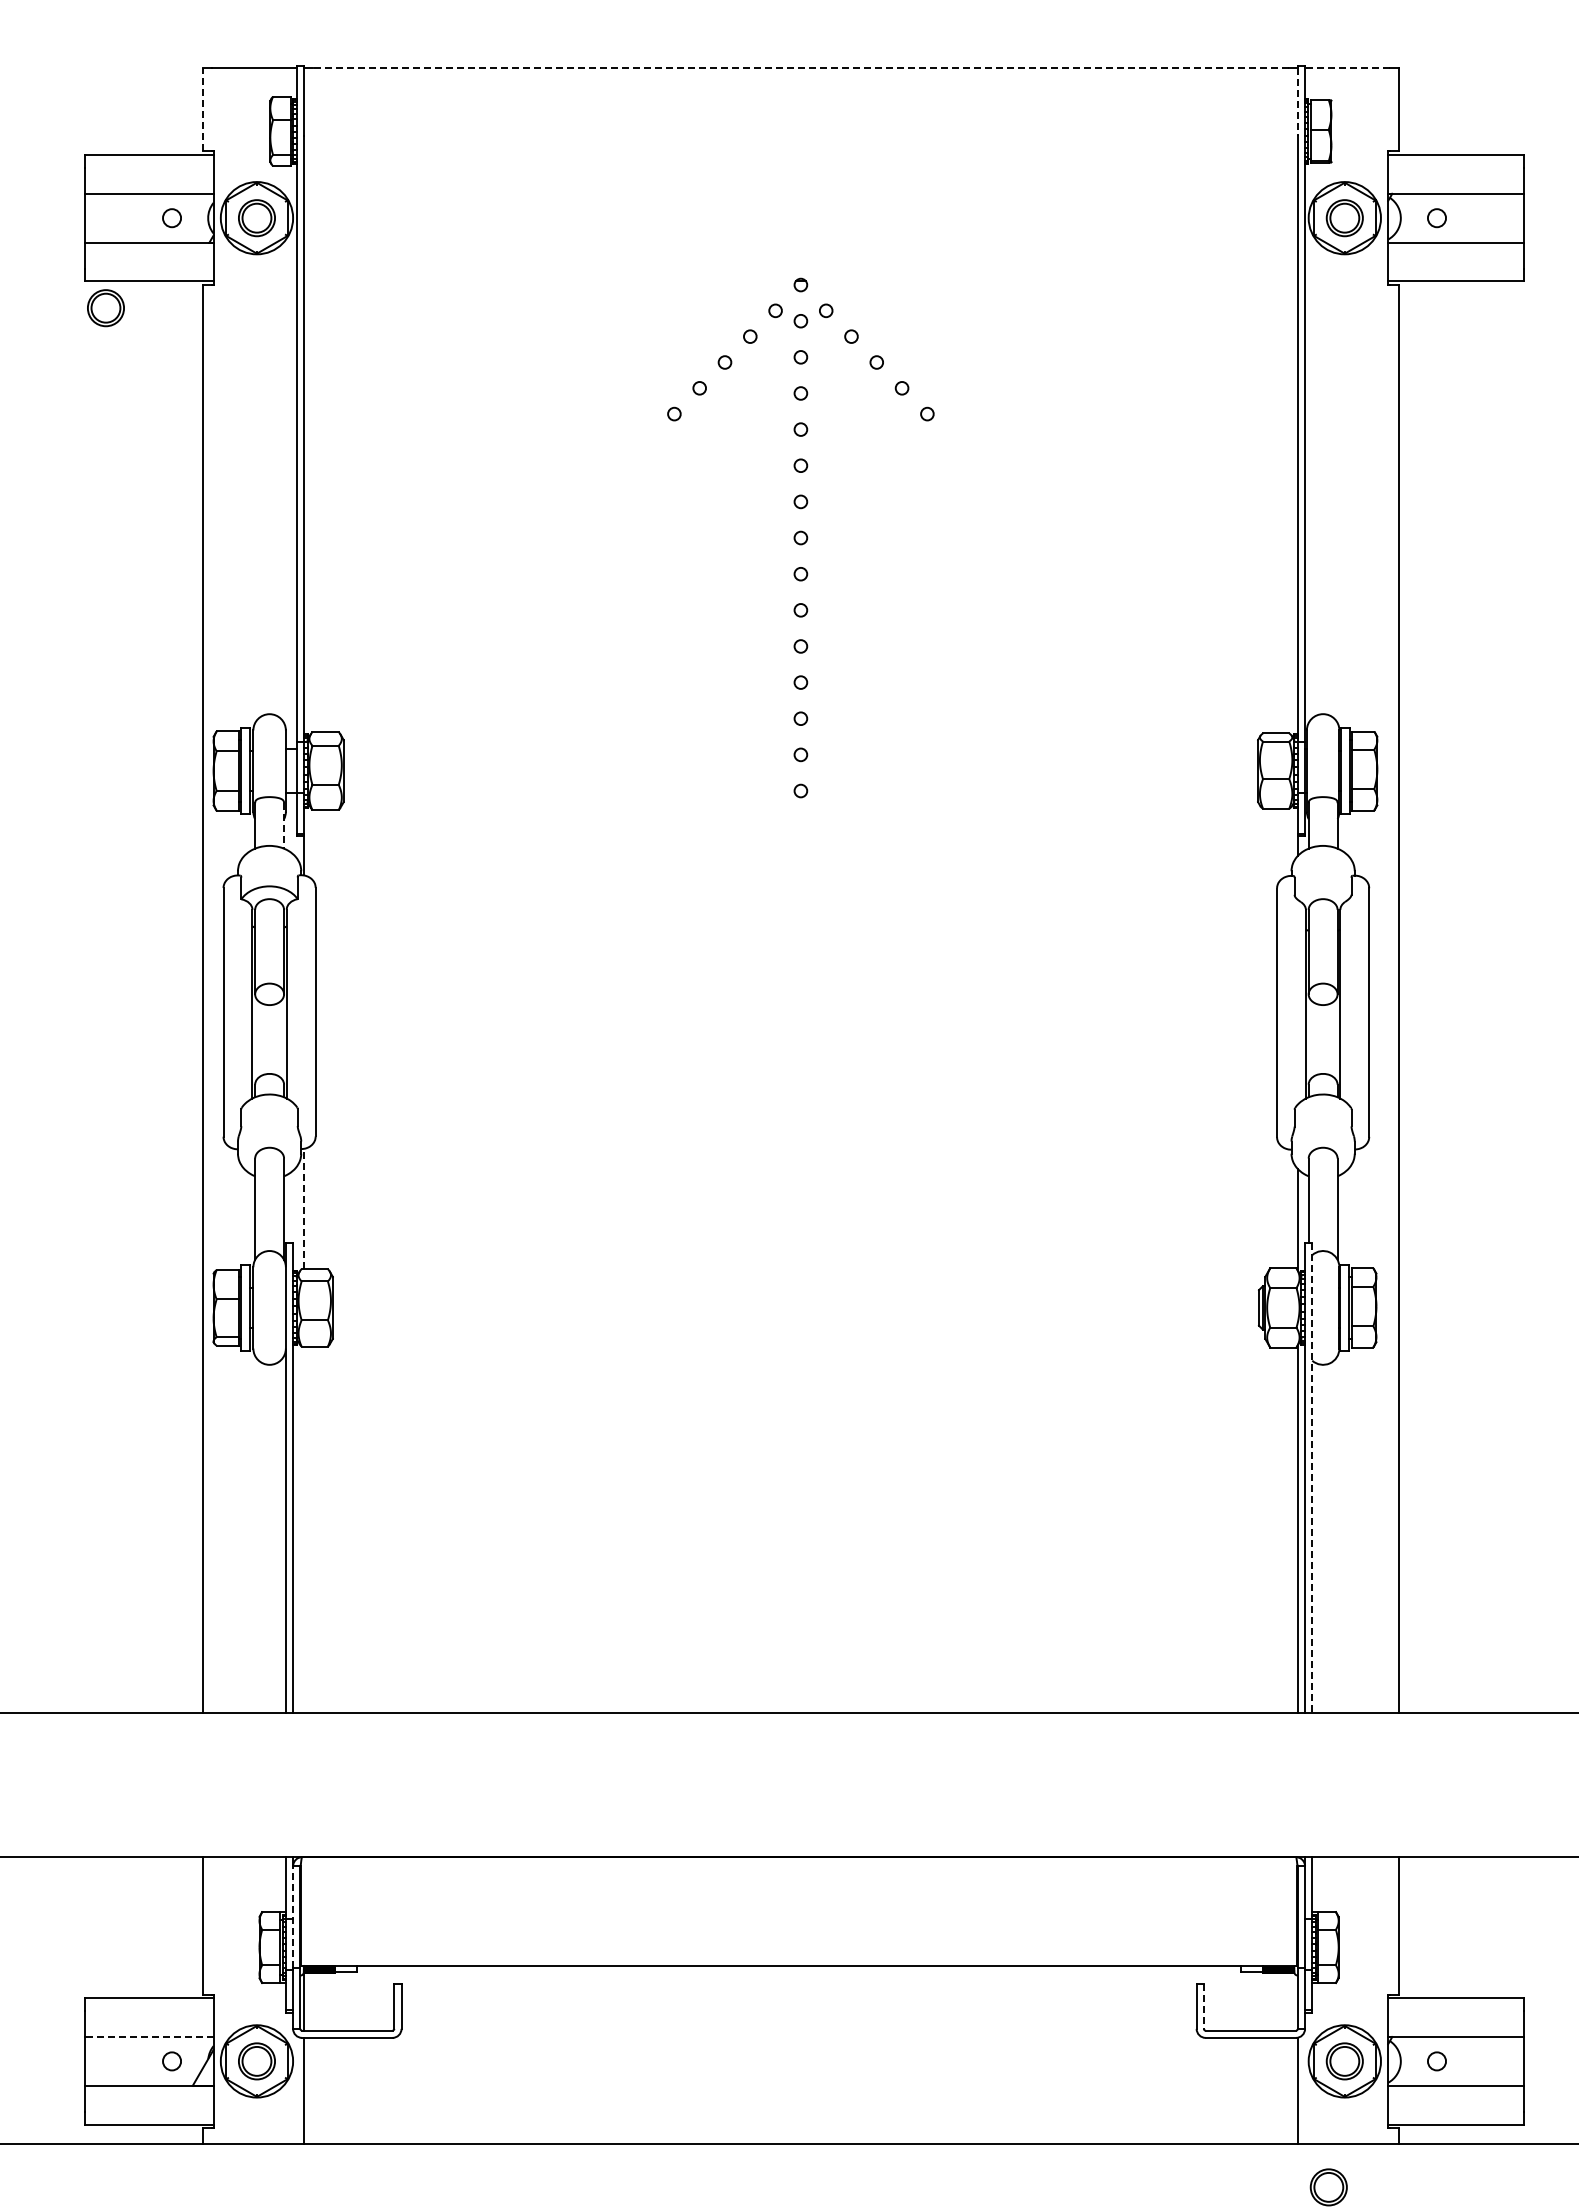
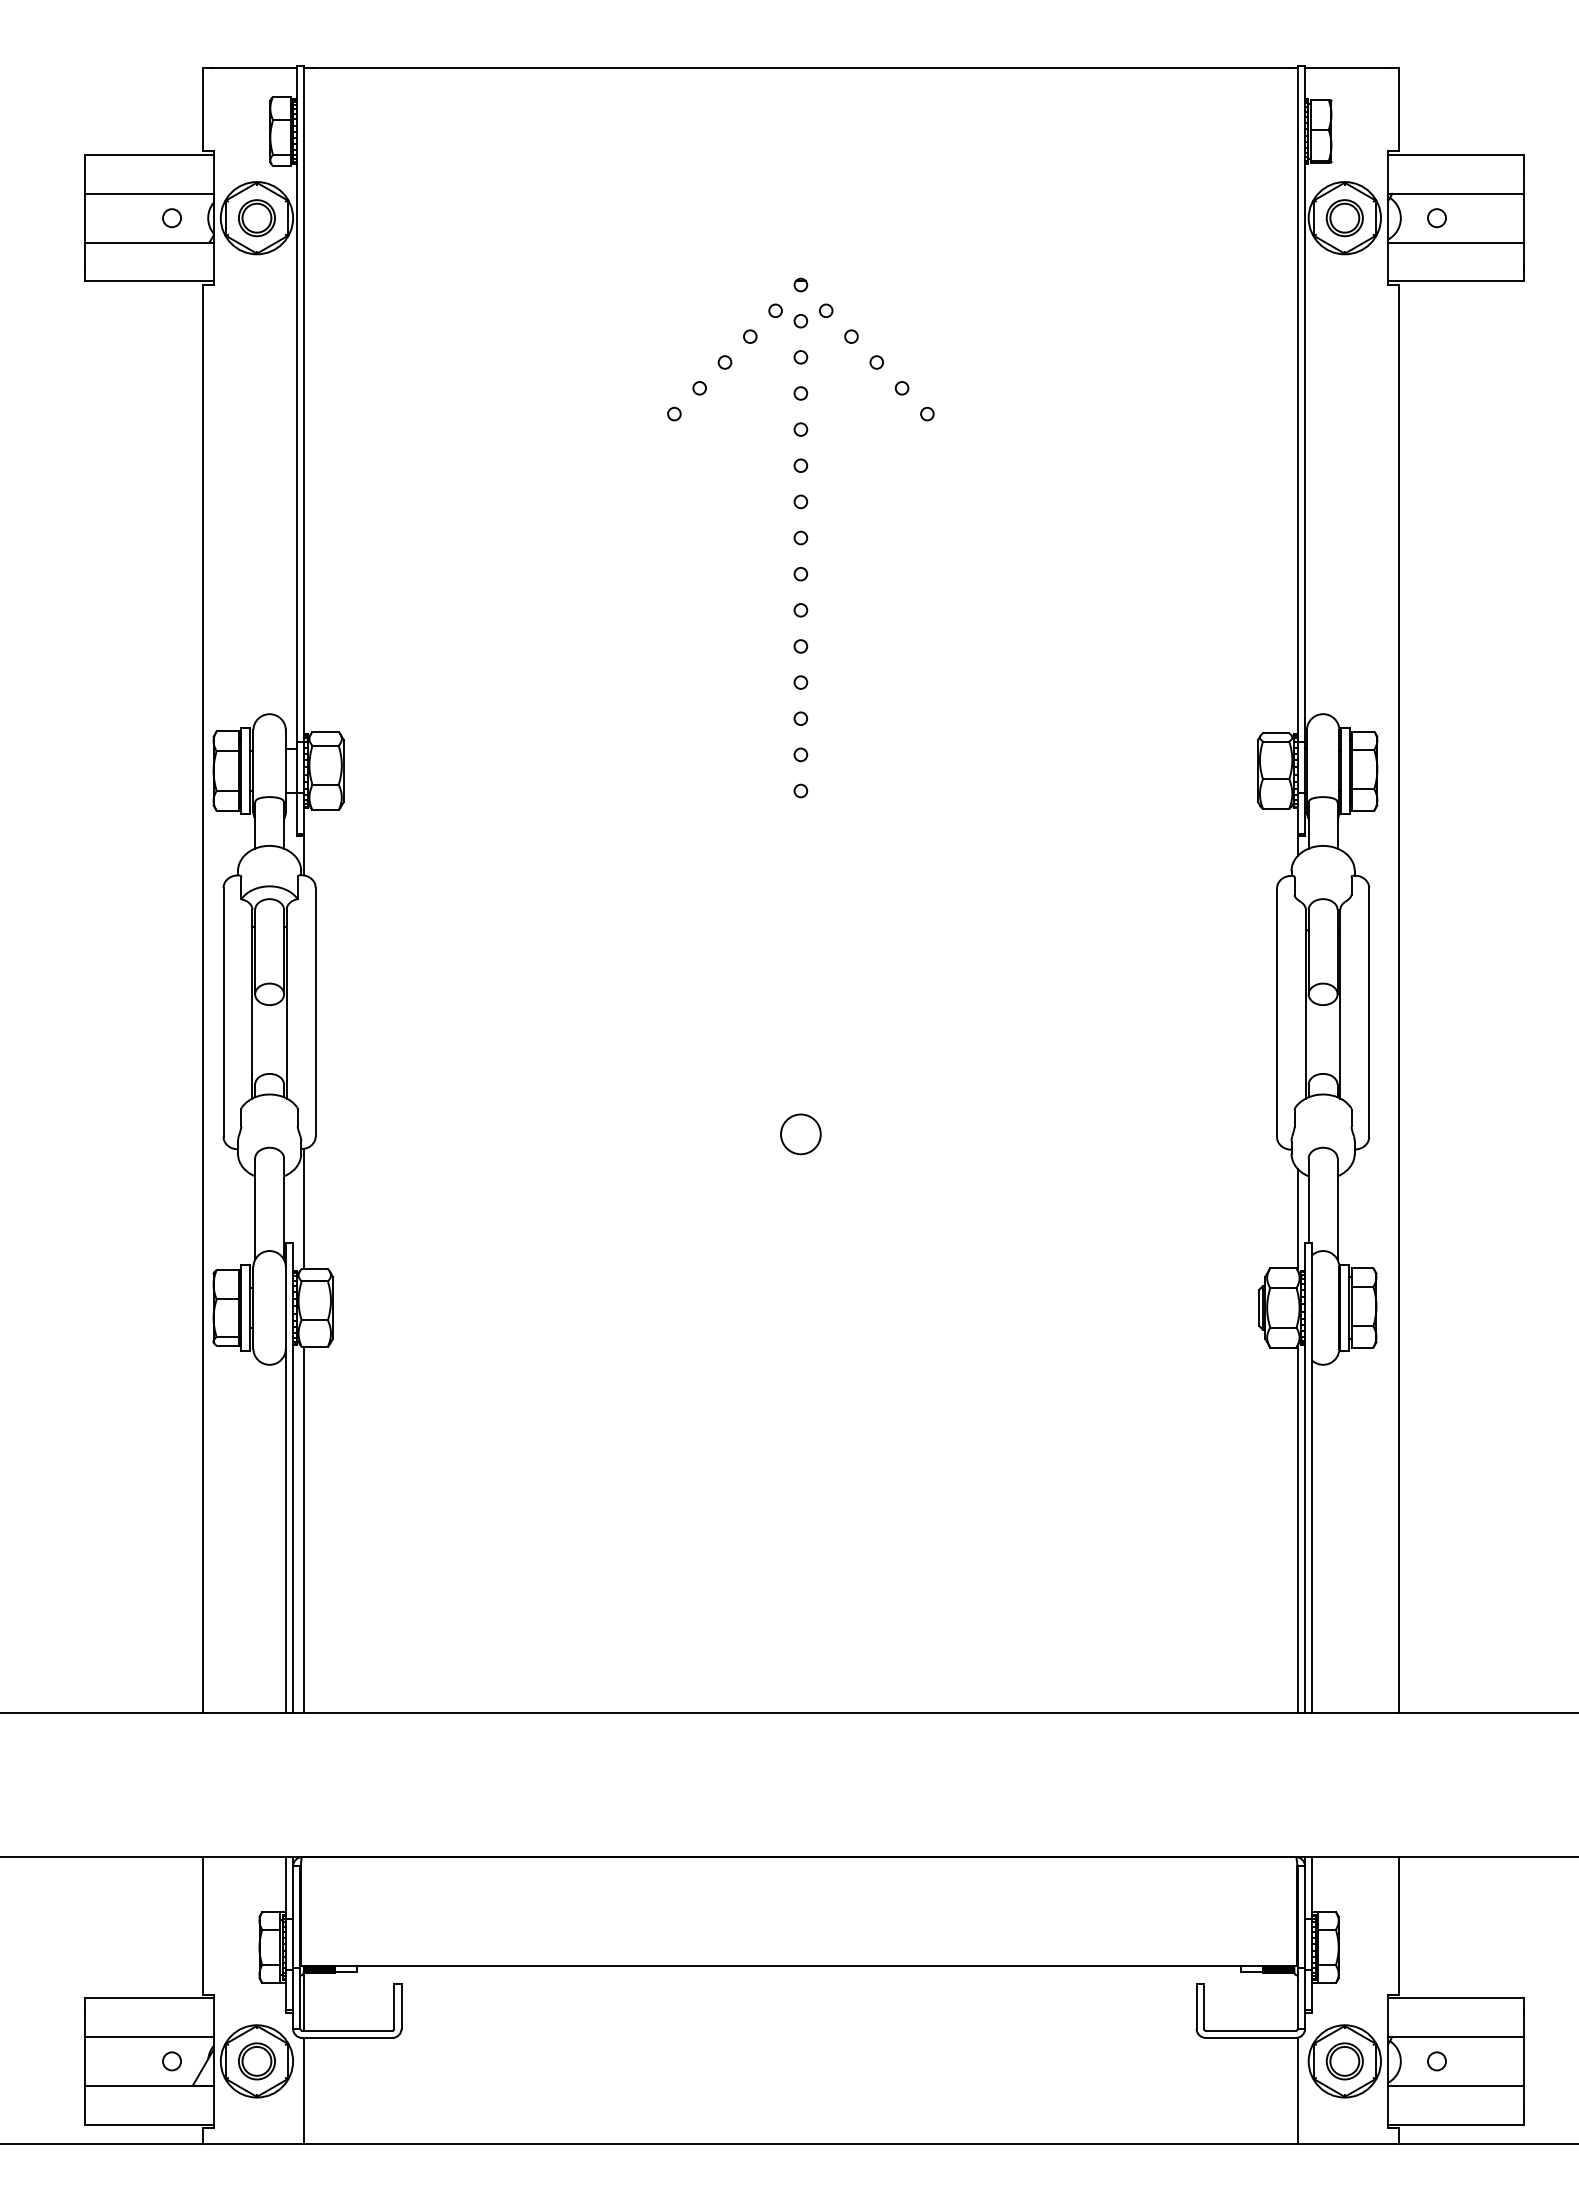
line at (800, 68): dashed -> solid
line at (1347, 68): dashed -> solid
line at (1297, 101): dashed -> solid
line at (202, 109): dashed -> solid
part at (105, 308): present -> none
line at (284, 825): dashed -> solid
circle at (800, 1134): none -> present
line at (303, 1208): dashed -> solid
line at (1312, 1477): dashed -> solid
line at (303, 1529): none -> present
line at (293, 1916): dashed -> solid
line at (1203, 2006): dashed -> solid
line at (148, 2037): dashed -> solid
part at (1328, 2187): present -> none
